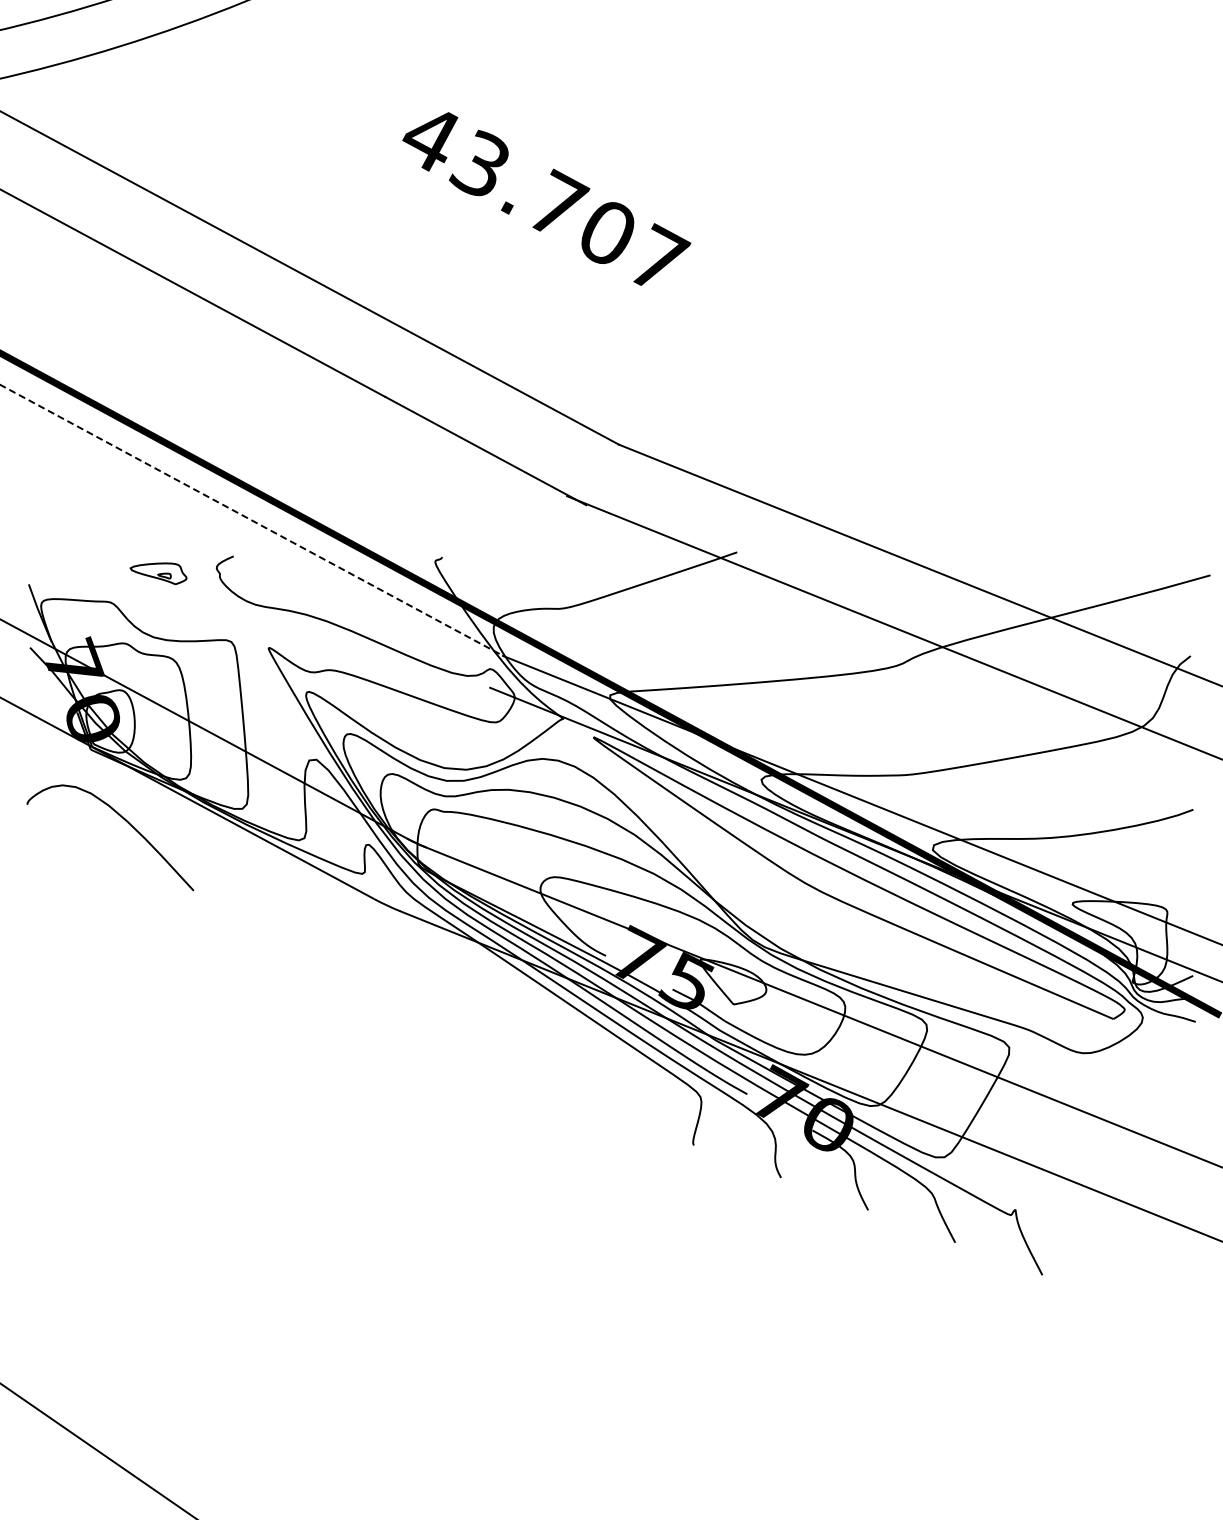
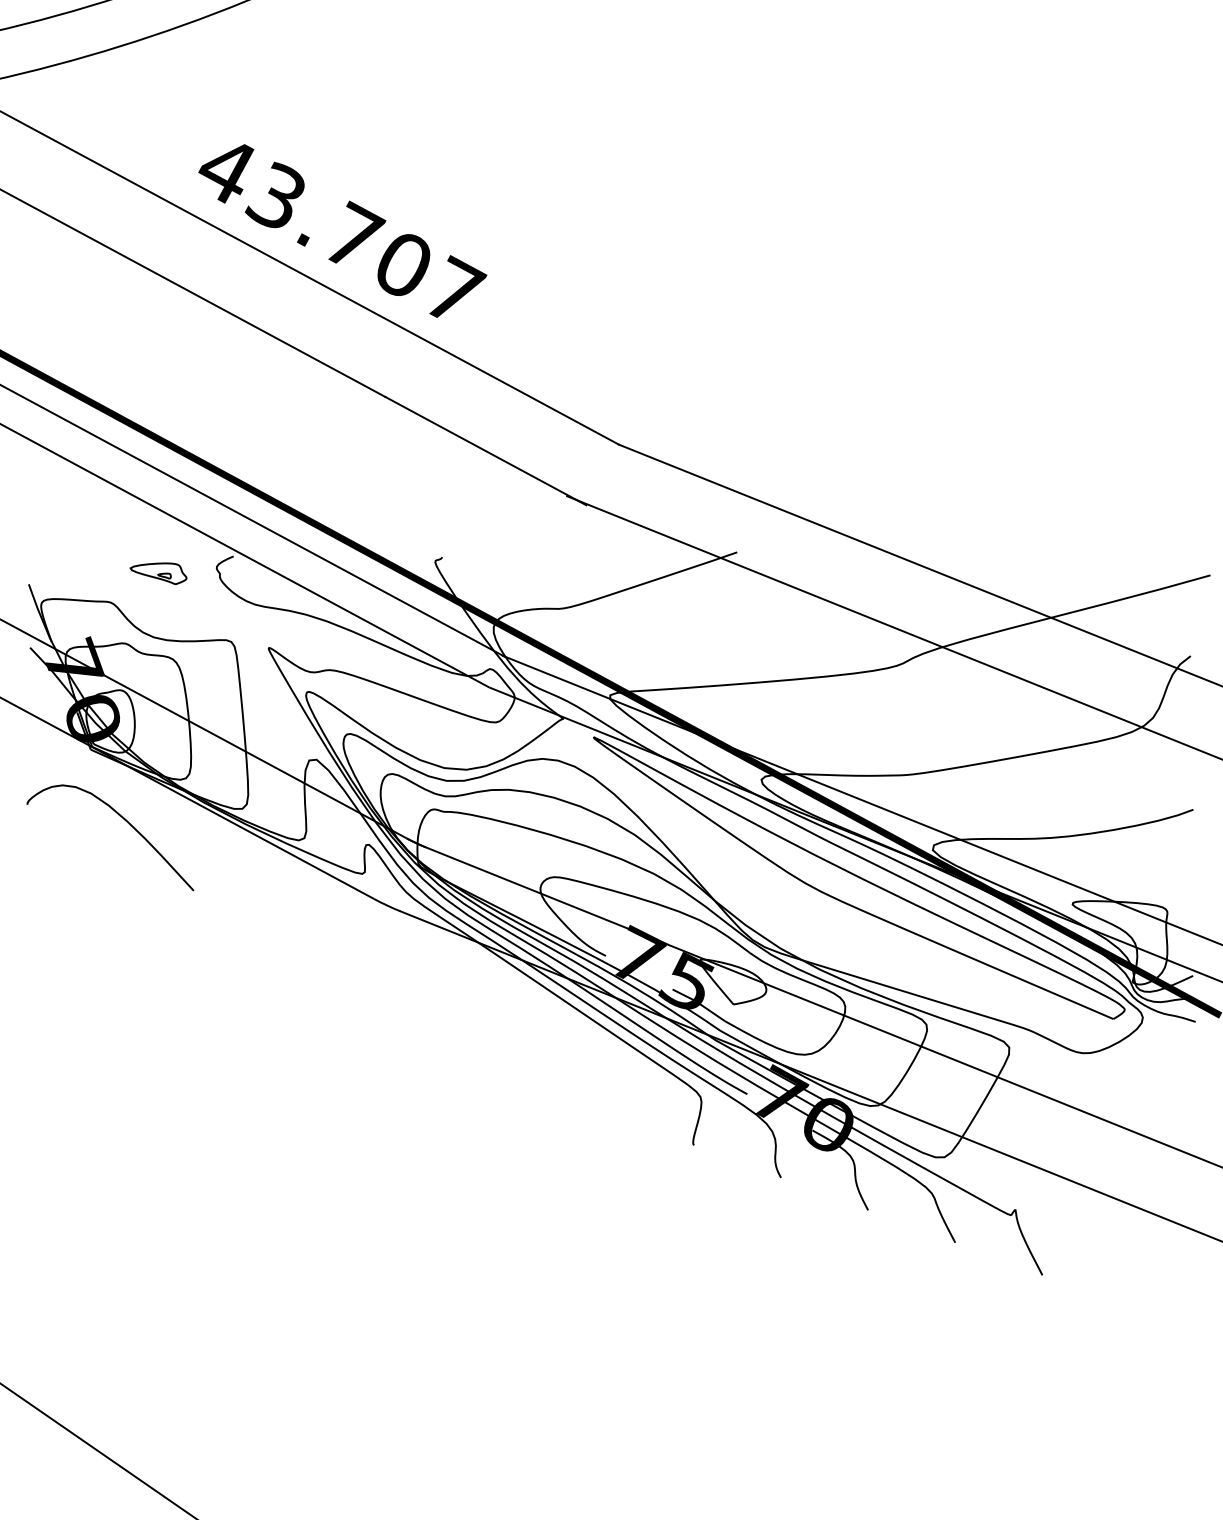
text at (546, 198) position: (546, 198) -> (342, 230)
line at (253, 521): dashed -> solid
line at (245, 555): none -> present
